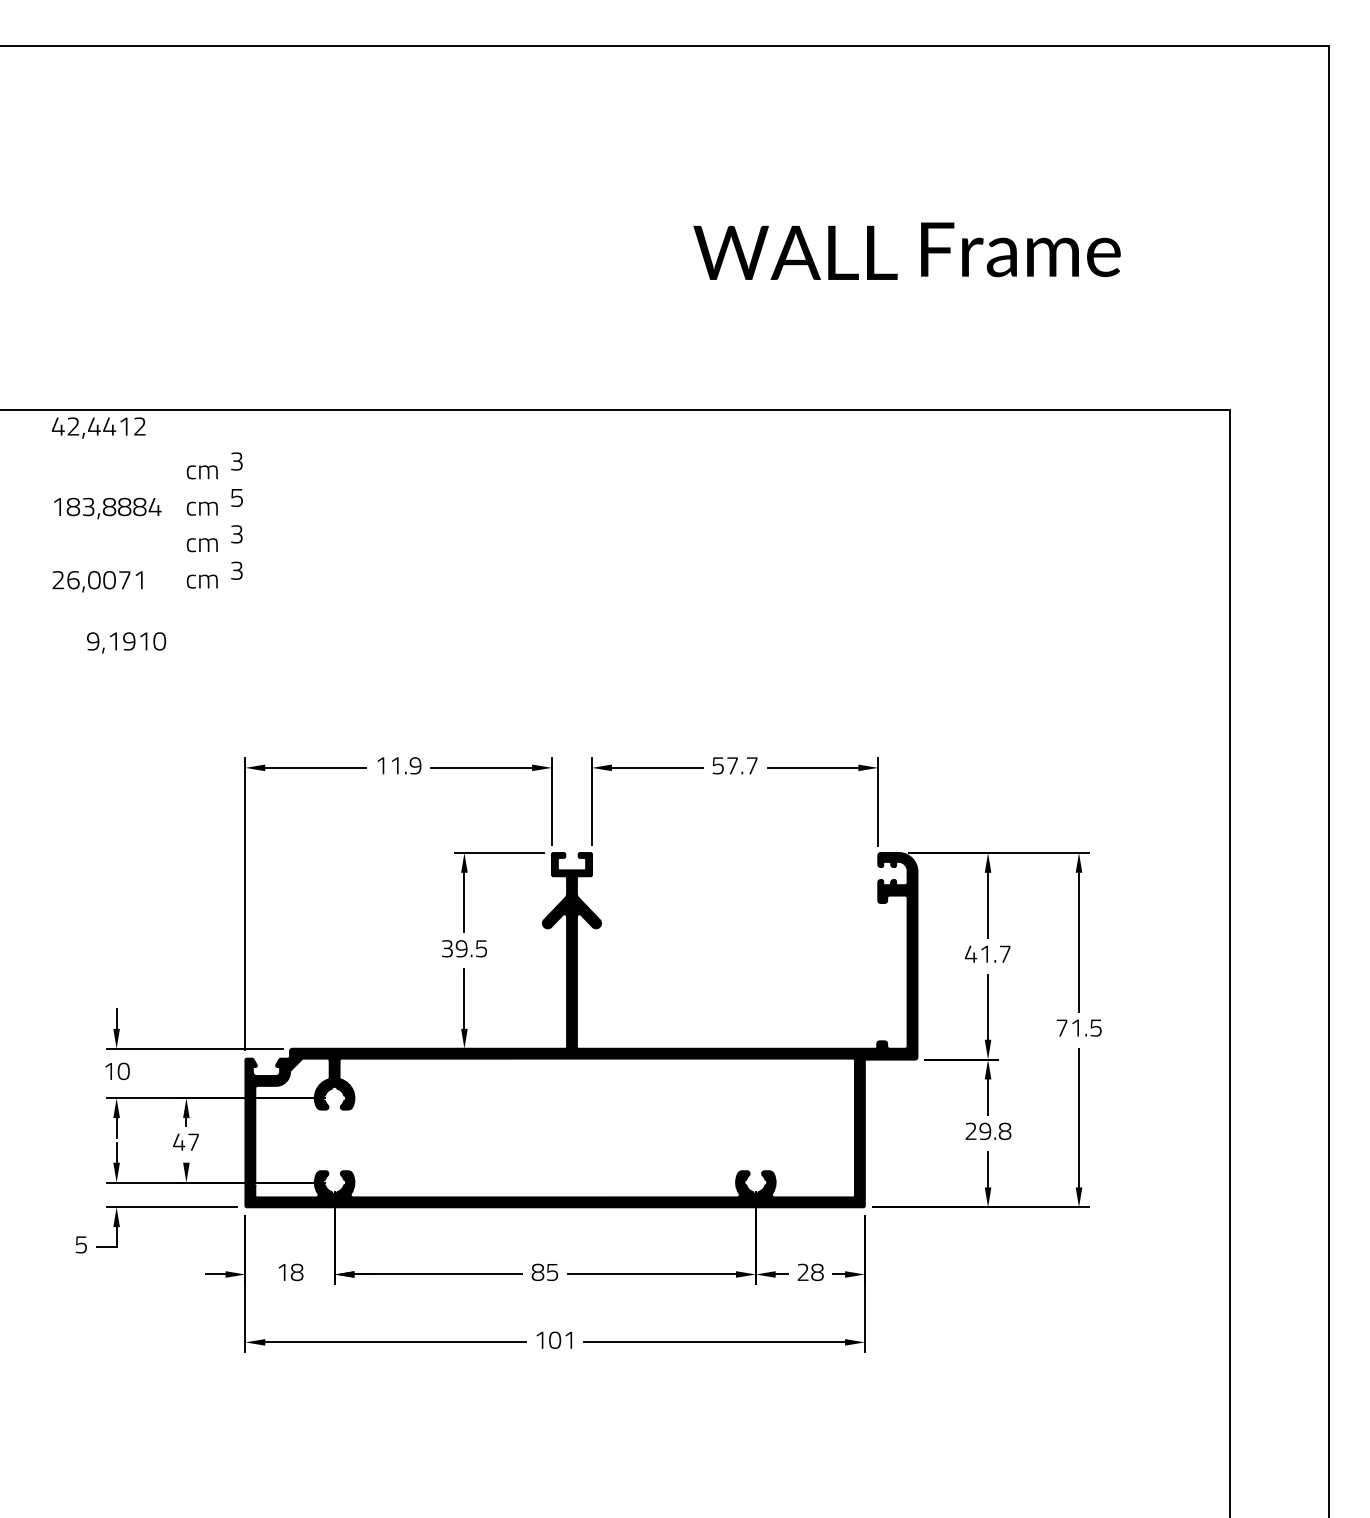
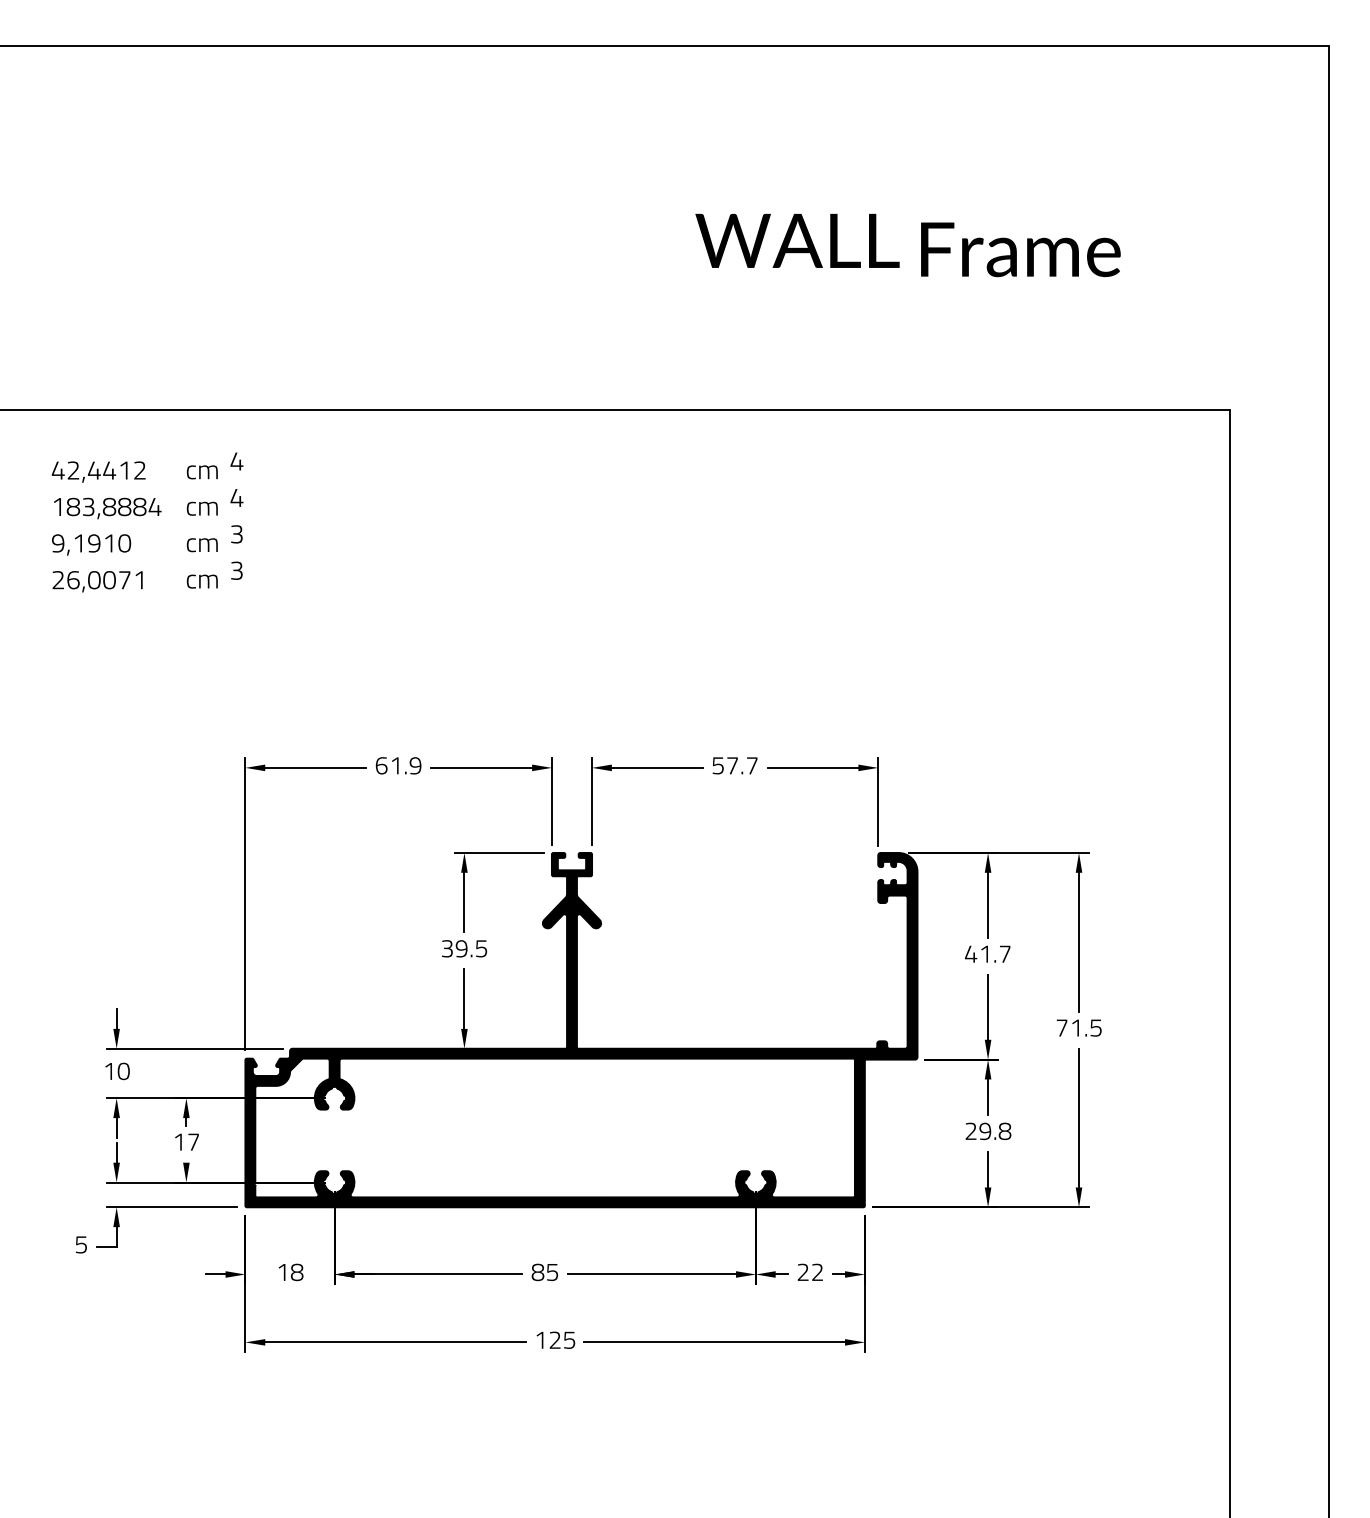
text at (795, 252) position: (795, 252) -> (797, 240)
text at (98, 427) position: (98, 427) -> (98, 471)
text at (236, 461): 3 -> 4
text at (236, 497): 5 -> 4
text at (126, 642) position: (126, 642) -> (91, 544)
text at (381, 765): 11.9 -> 61.9
text at (179, 1141): 47 -> 17
text at (817, 1272): 28 -> 22
text at (562, 1339): 101 -> 125
